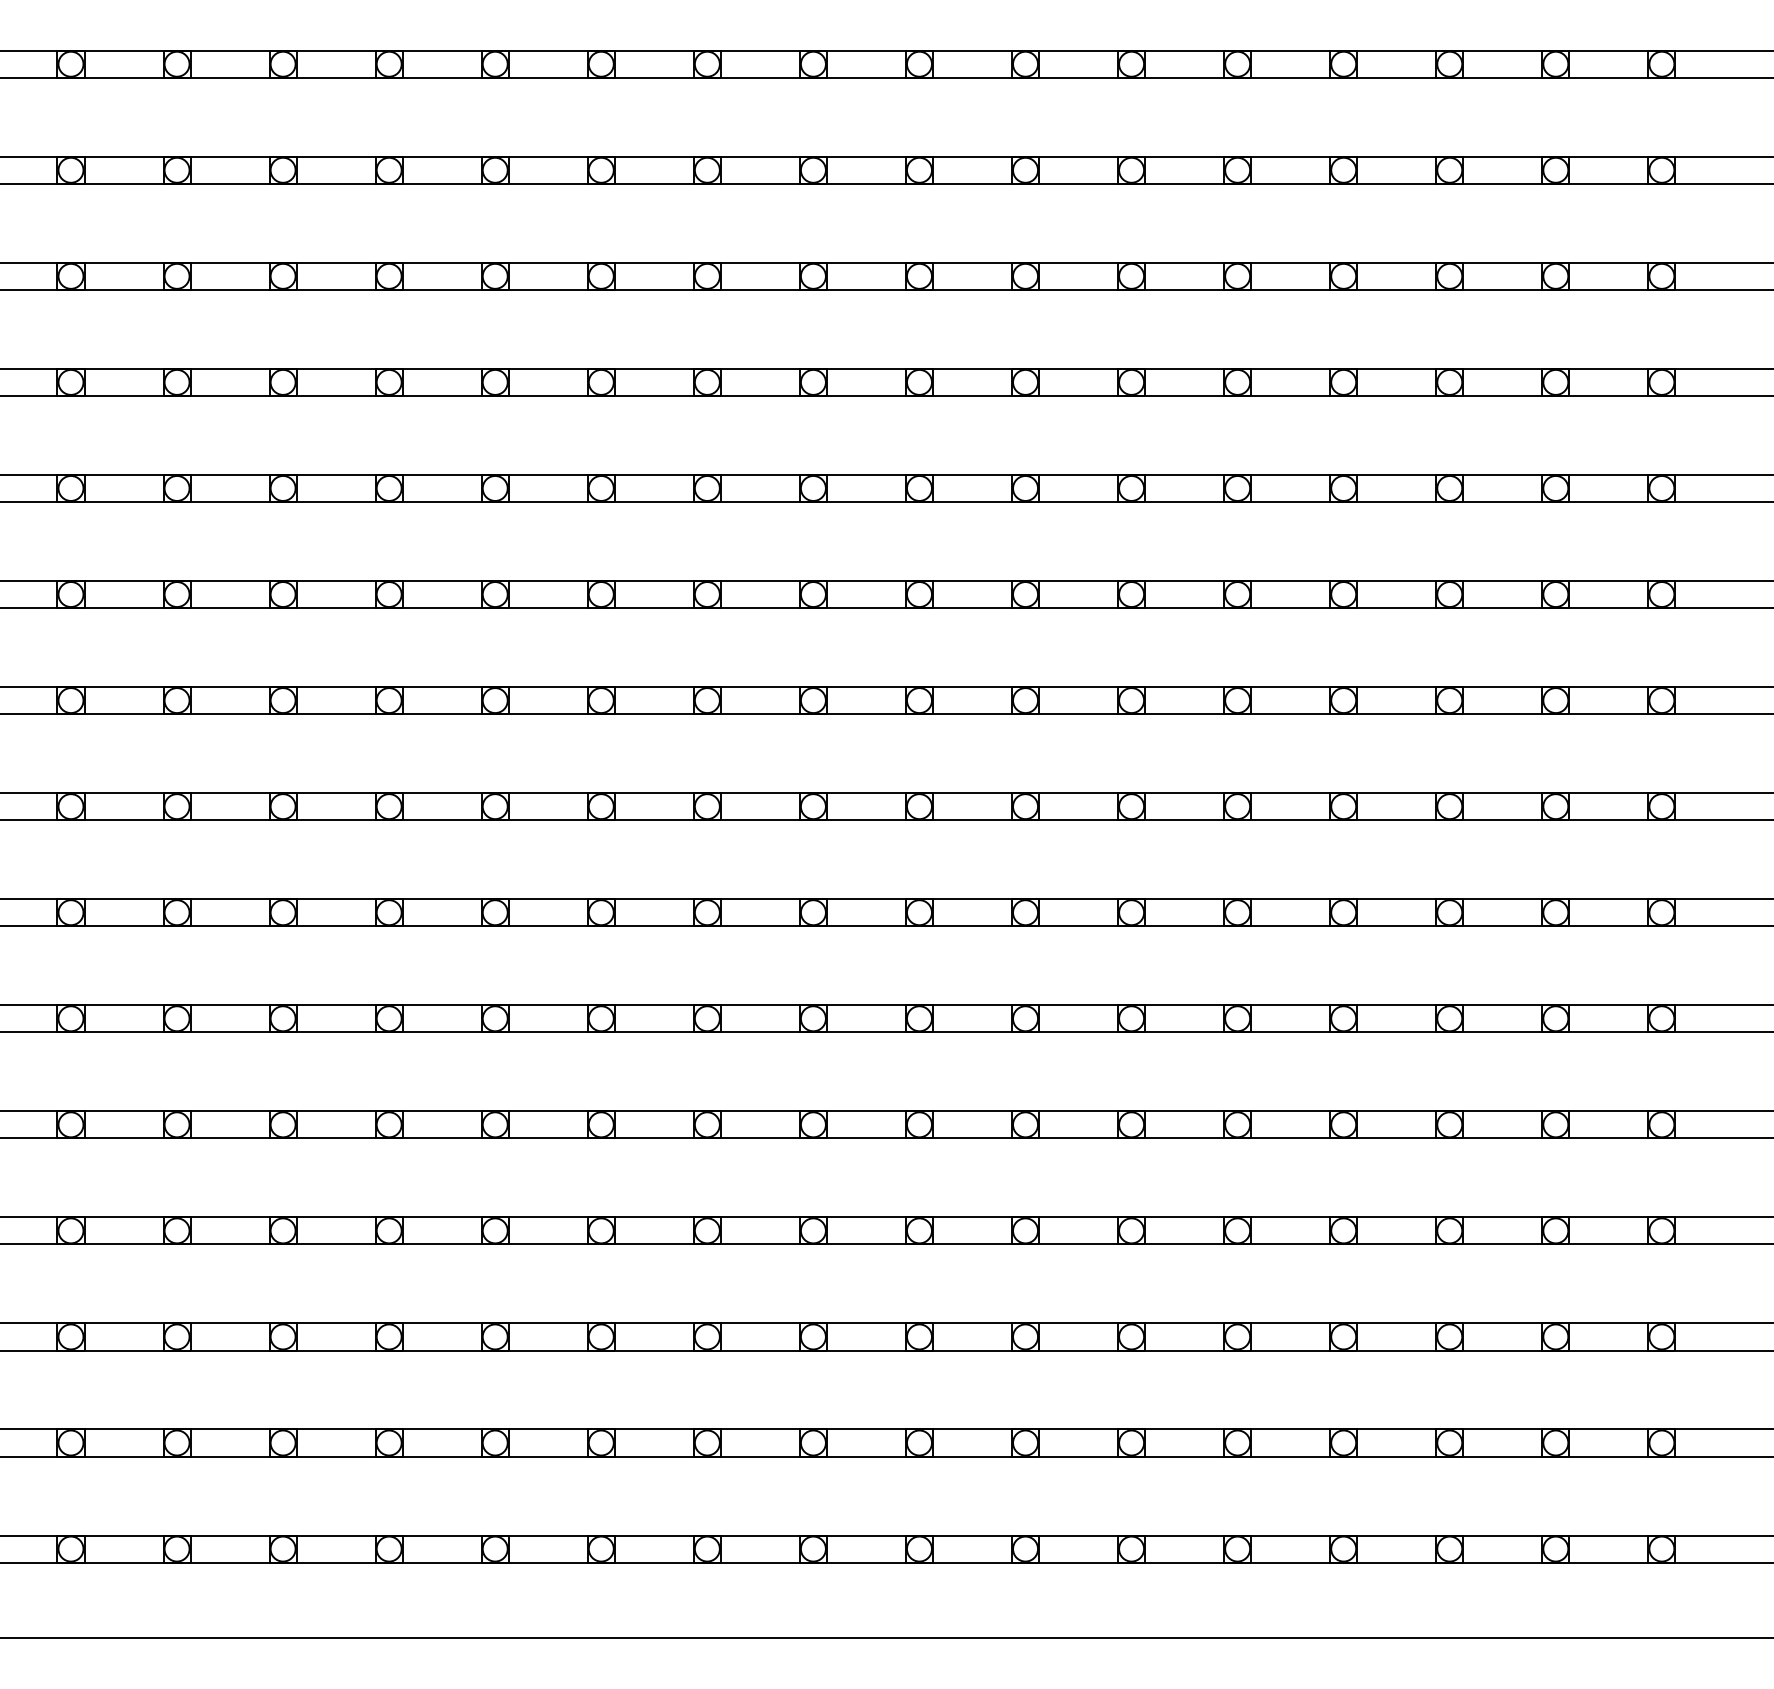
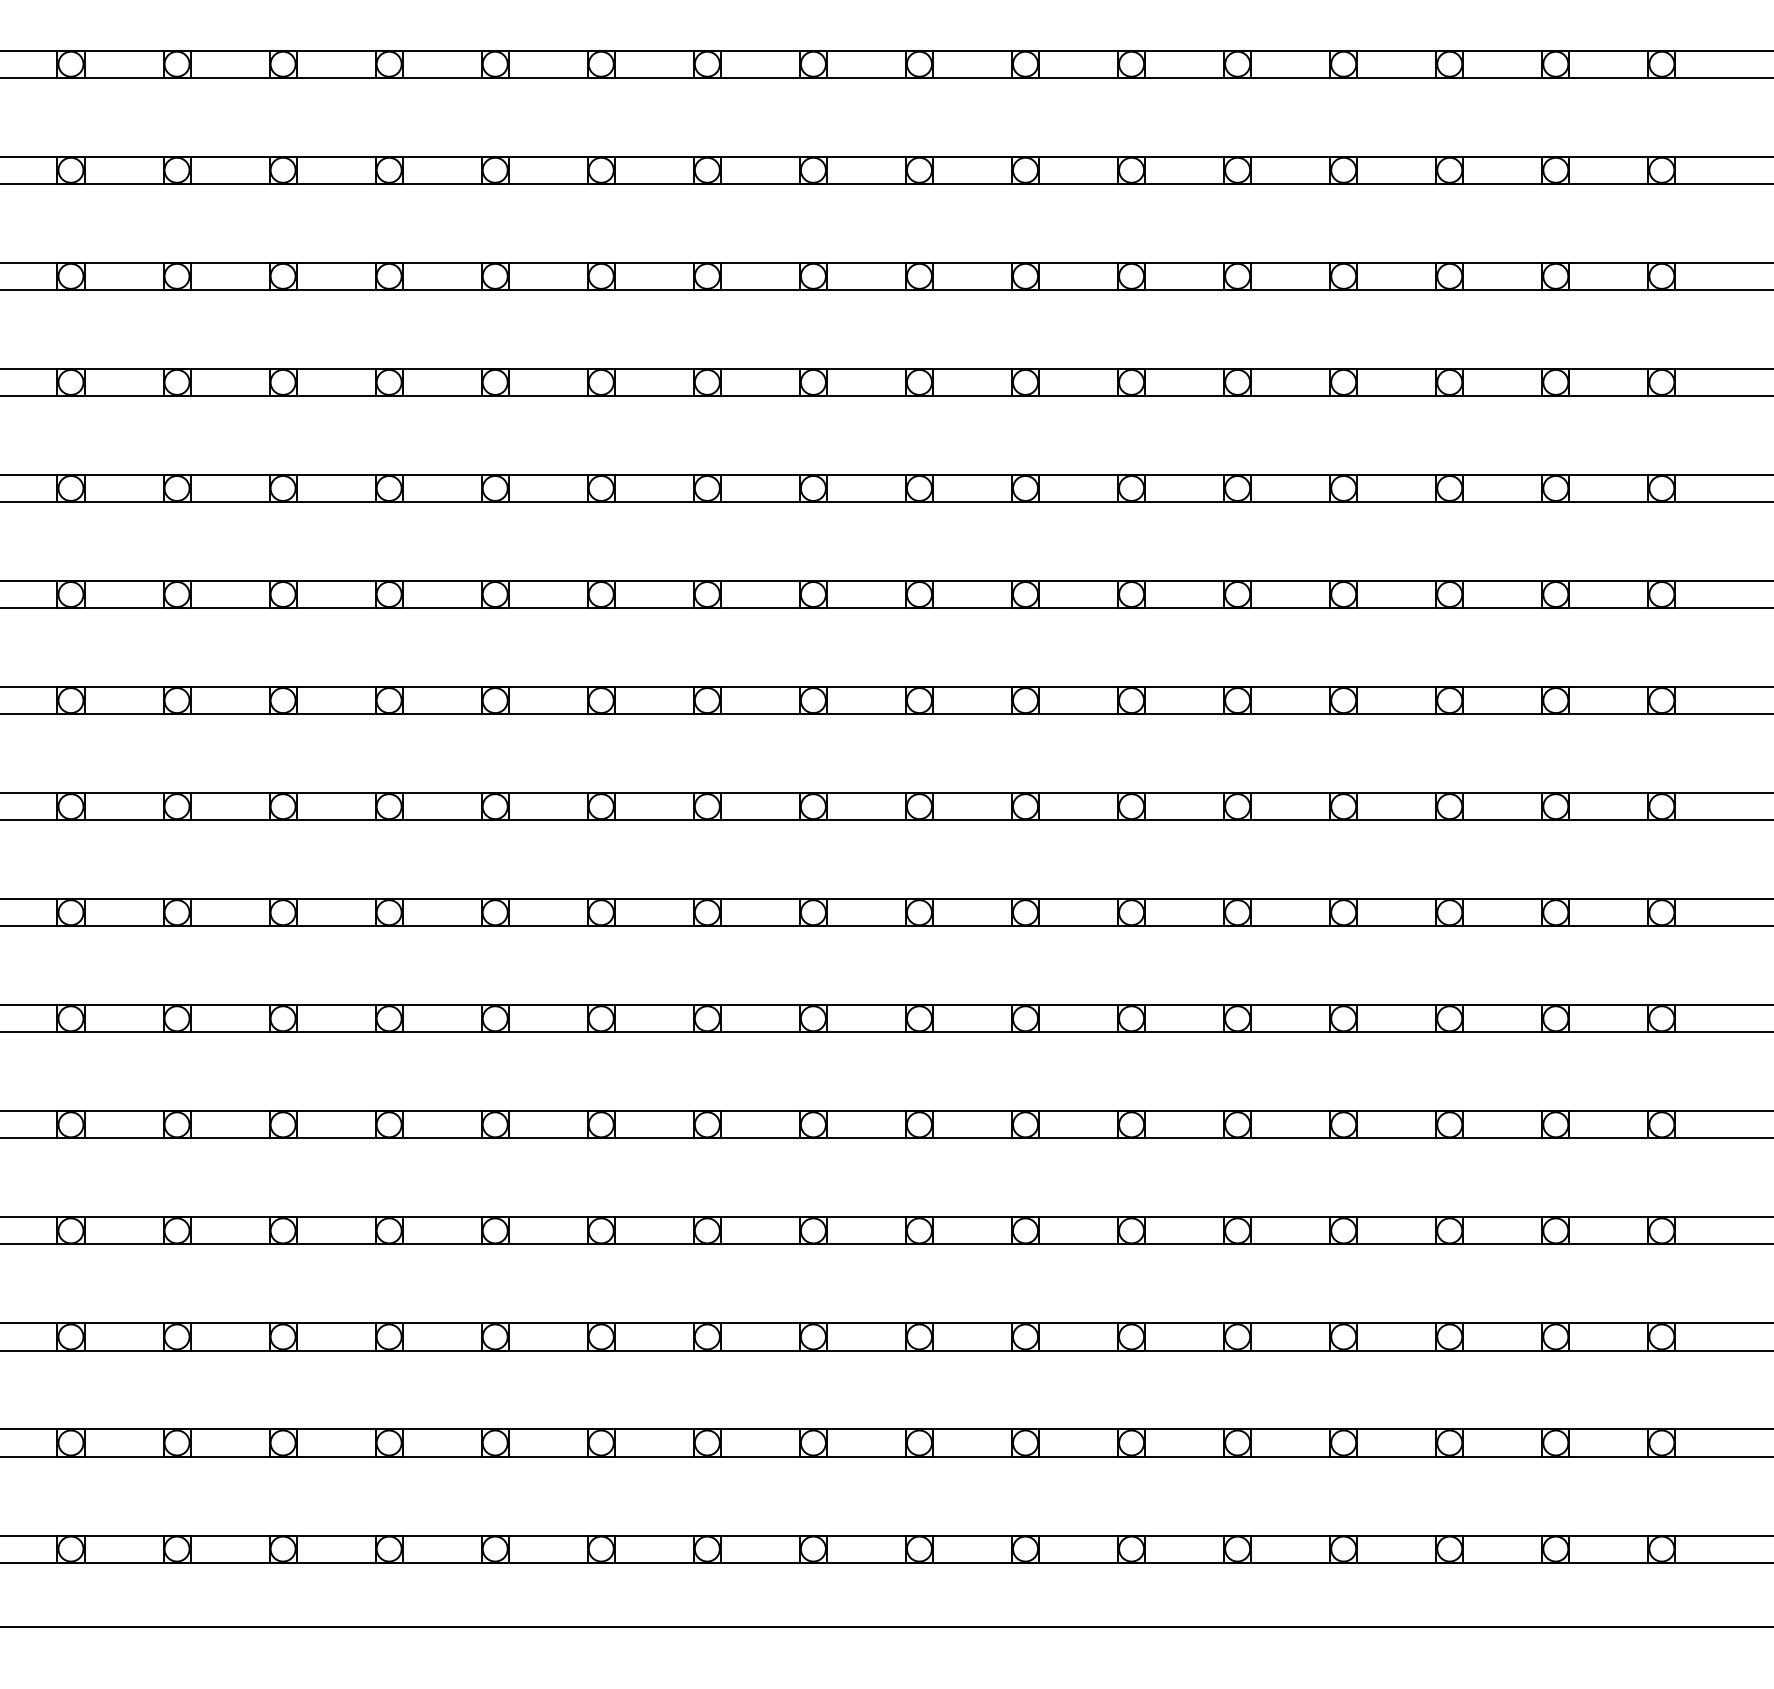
line at (886, 1638) position: (886, 1638) -> (886, 1627)
